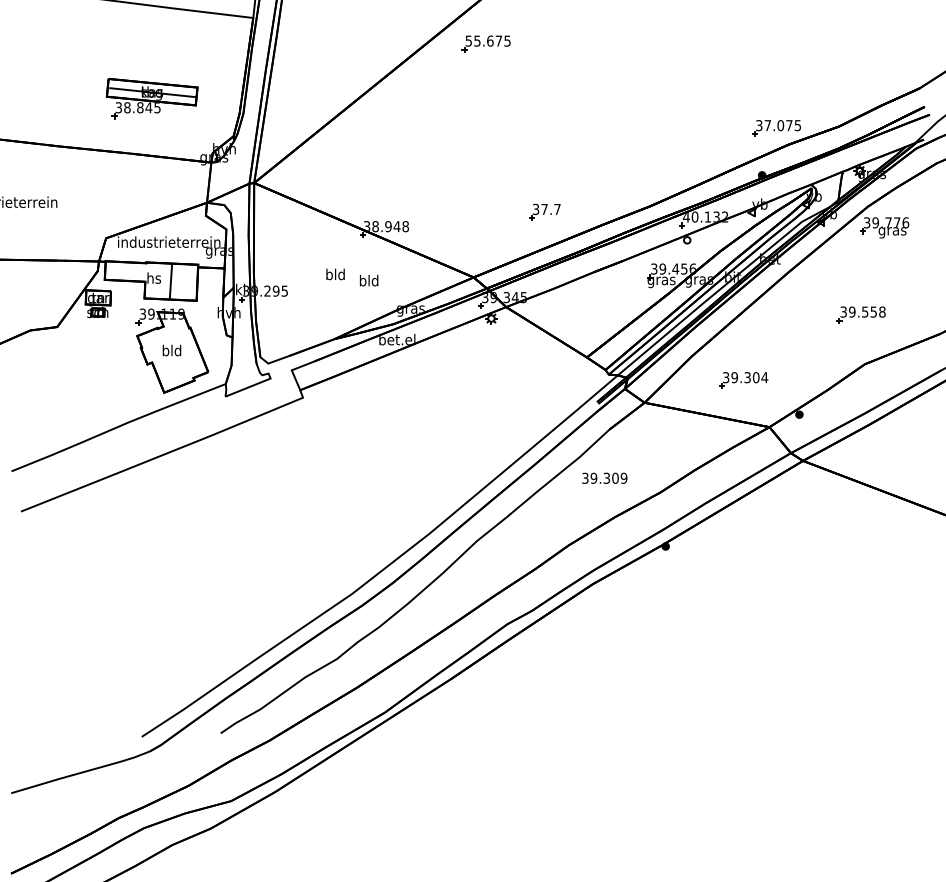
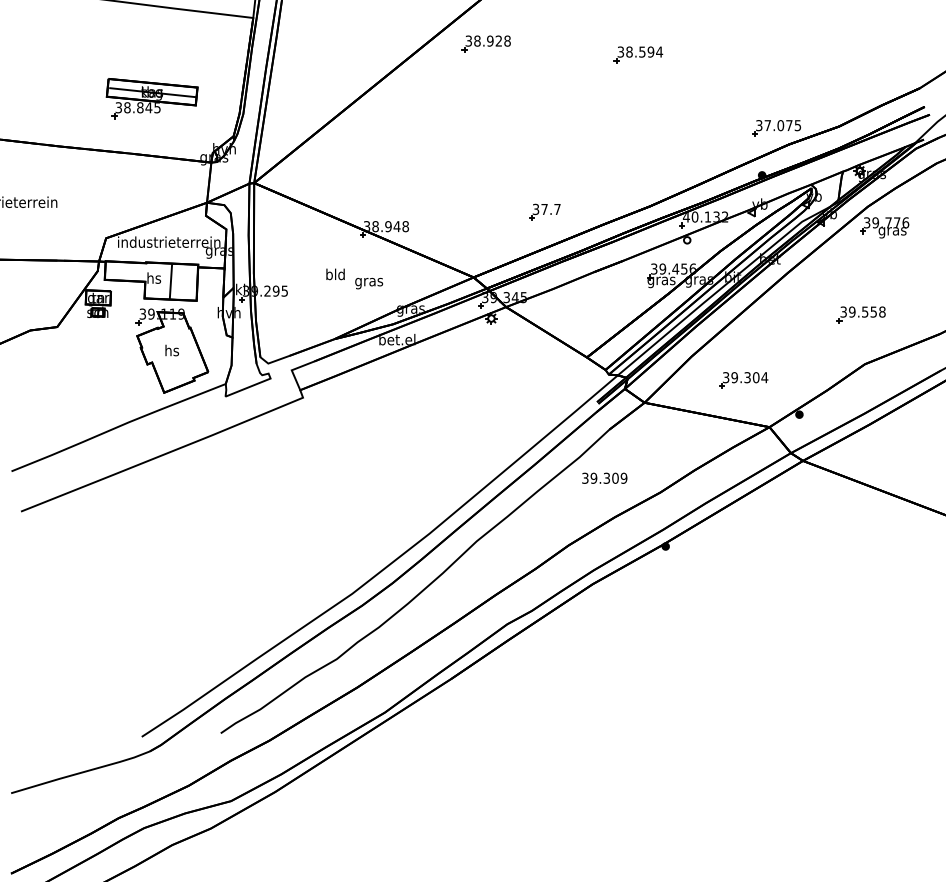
text at (487, 40): 55.675 -> 38.928
part at (638, 54): none -> present
text at (369, 281): bld -> gras
text at (171, 350): bld -> hs
